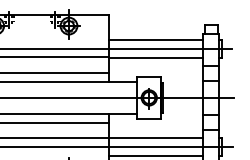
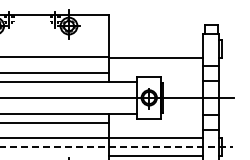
line at (155, 39): present -> none
line at (117, 49): present -> none
line at (117, 146): solid -> dashed
